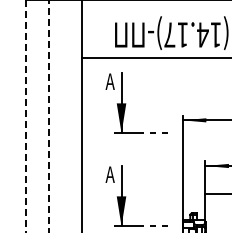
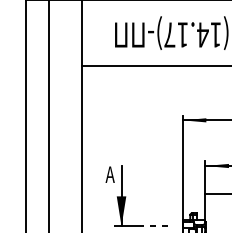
line at (155, 57) position: (155, 57) -> (155, 65)
part at (126, 103): present -> none
line at (25, 116): dashed -> solid
line at (49, 116): dashed -> solid
